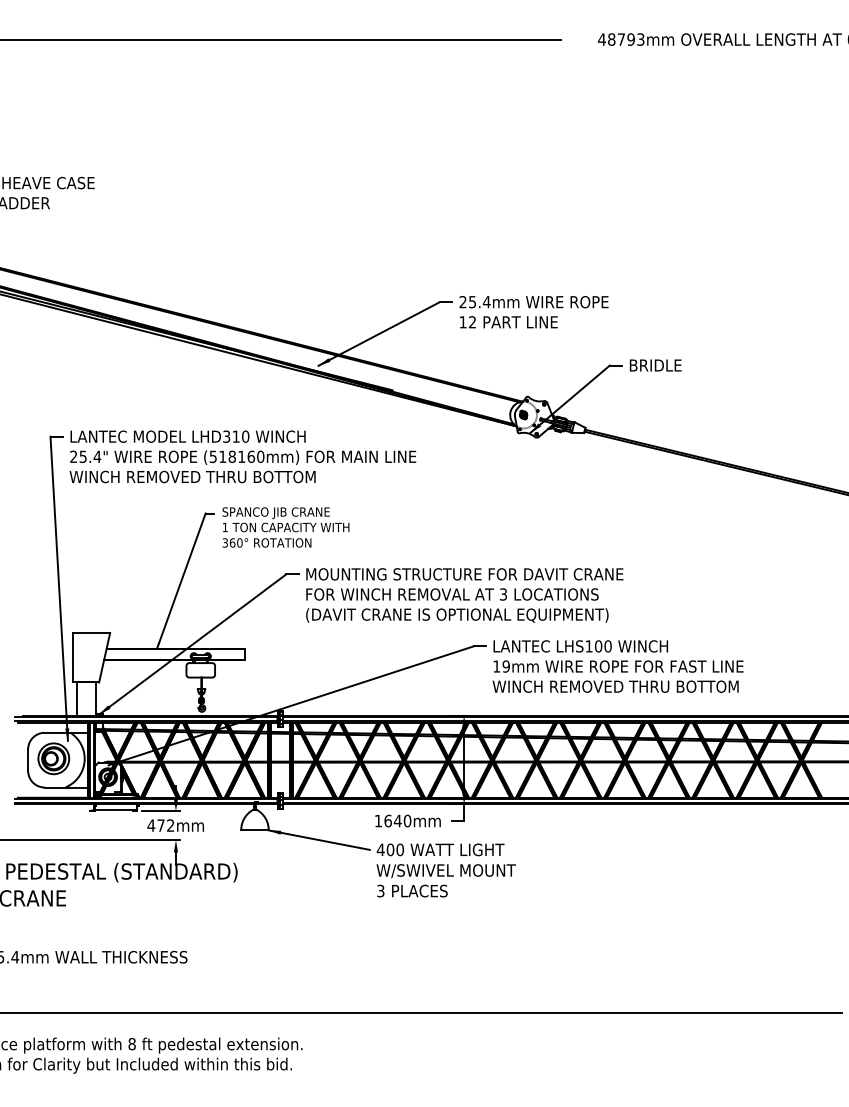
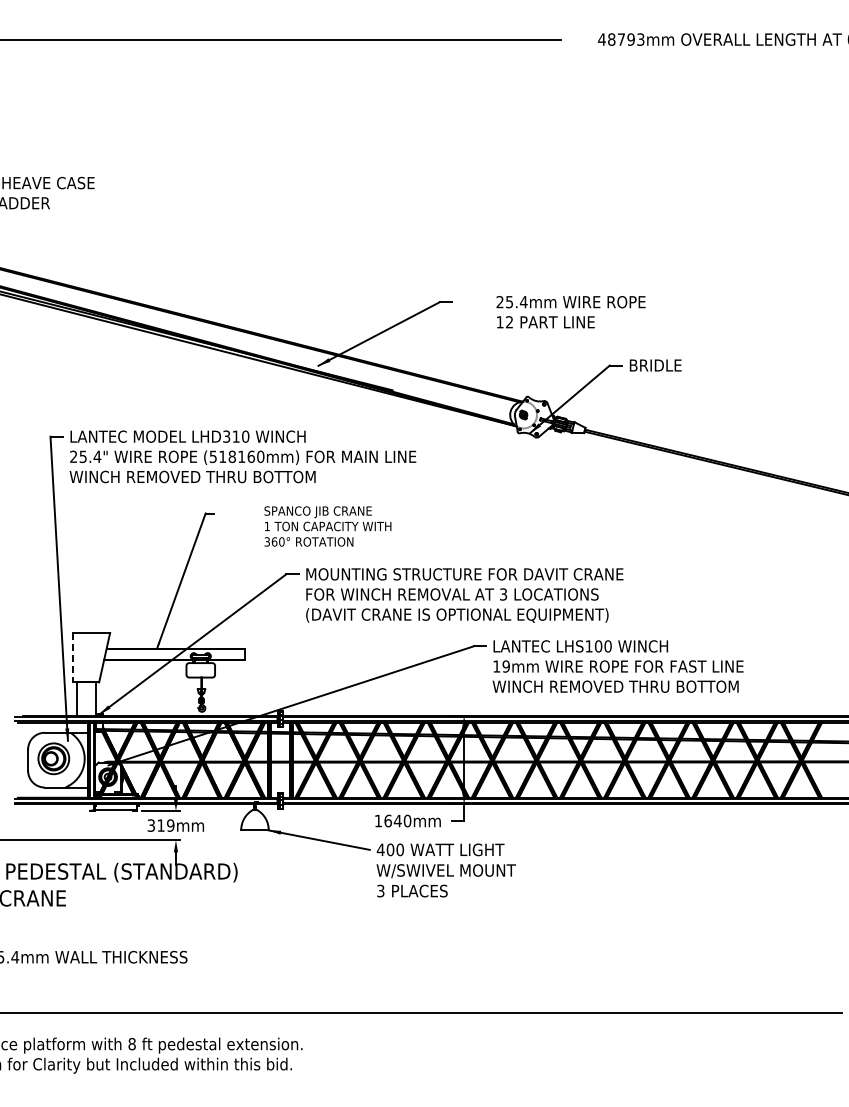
text at (533, 312) position: (533, 312) -> (570, 312)
text at (285, 527) position: (285, 527) -> (327, 526)
line at (73, 657): solid -> dashed
text at (160, 825): 472mm -> 319mm
